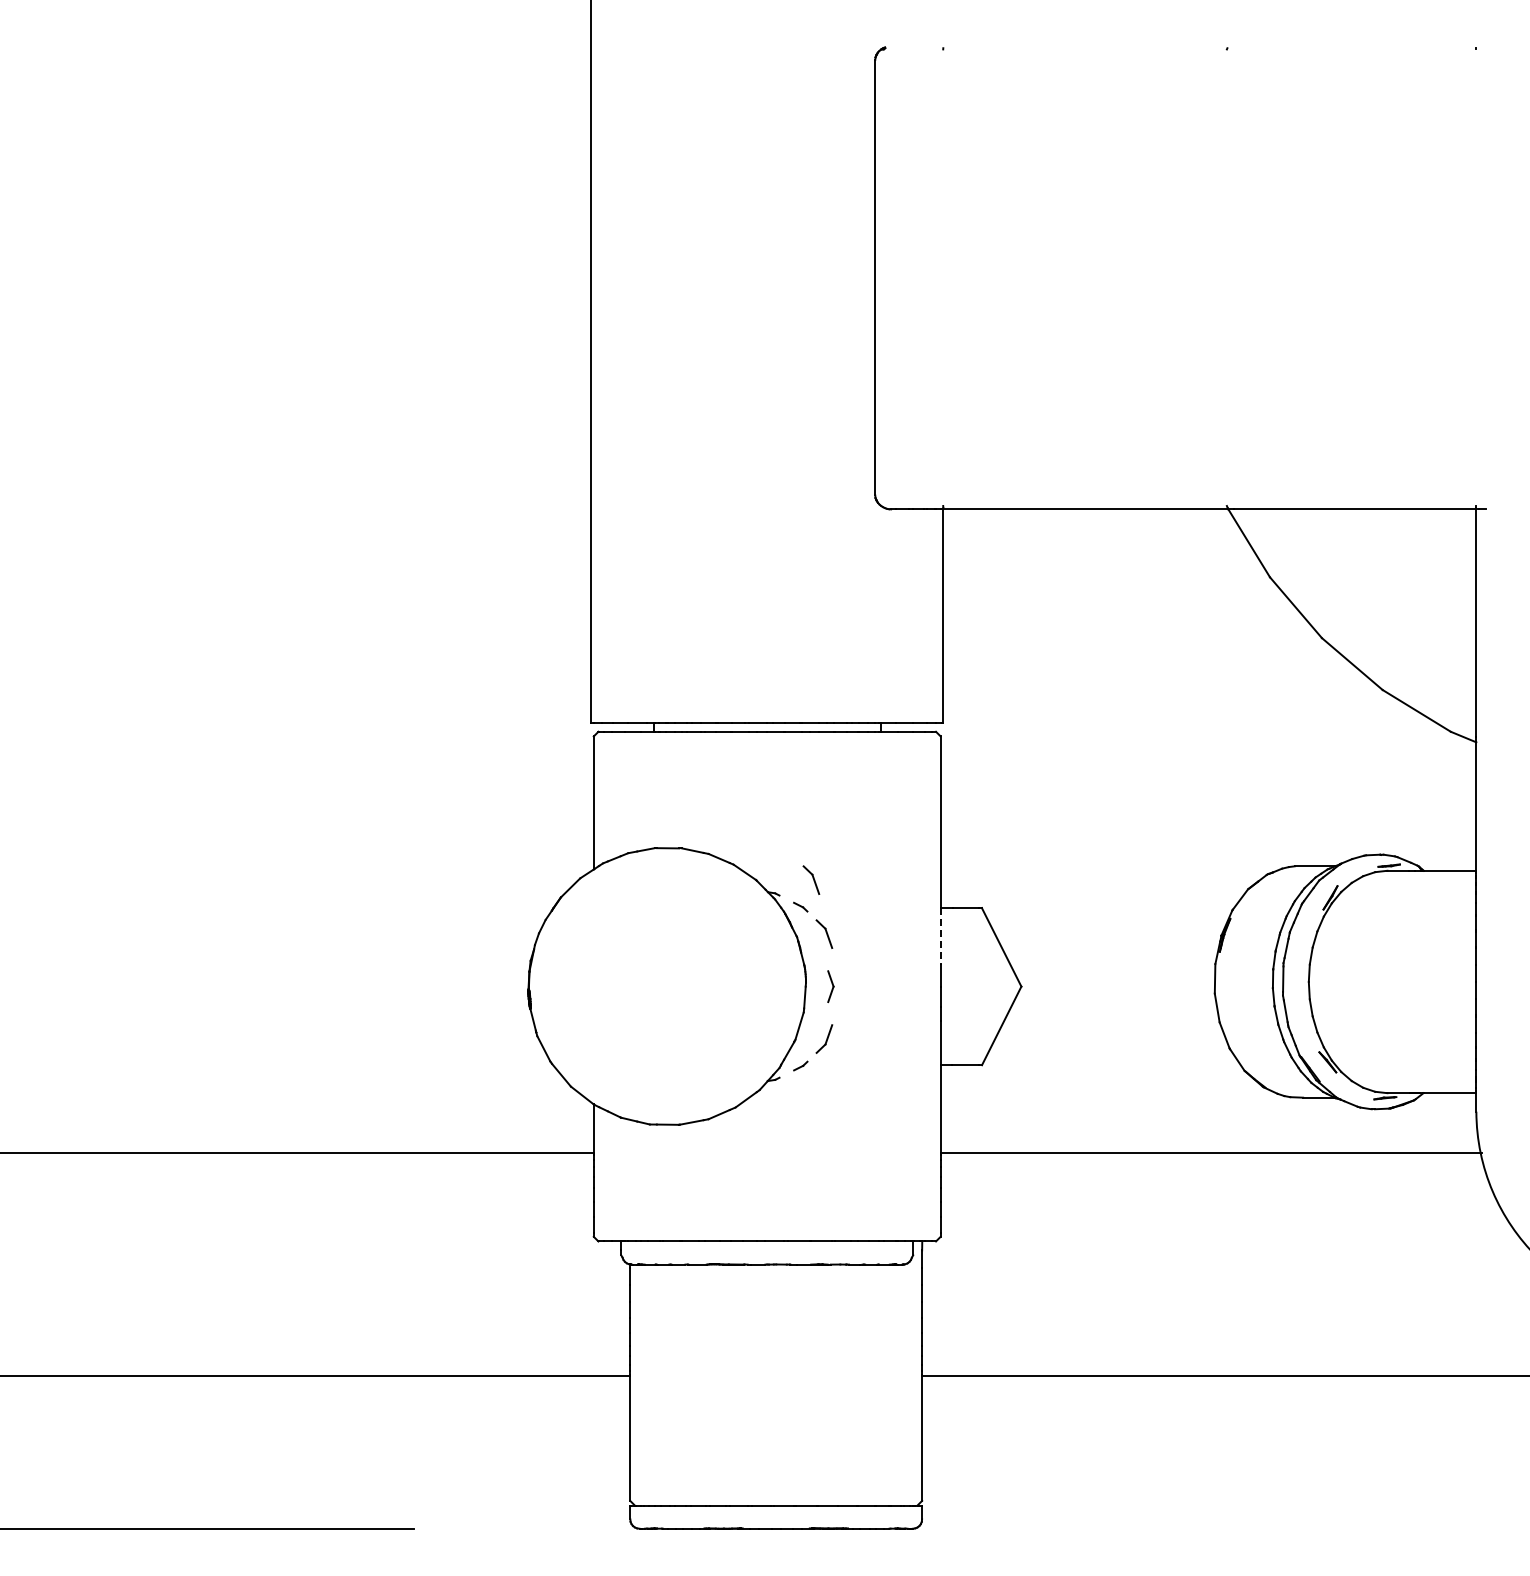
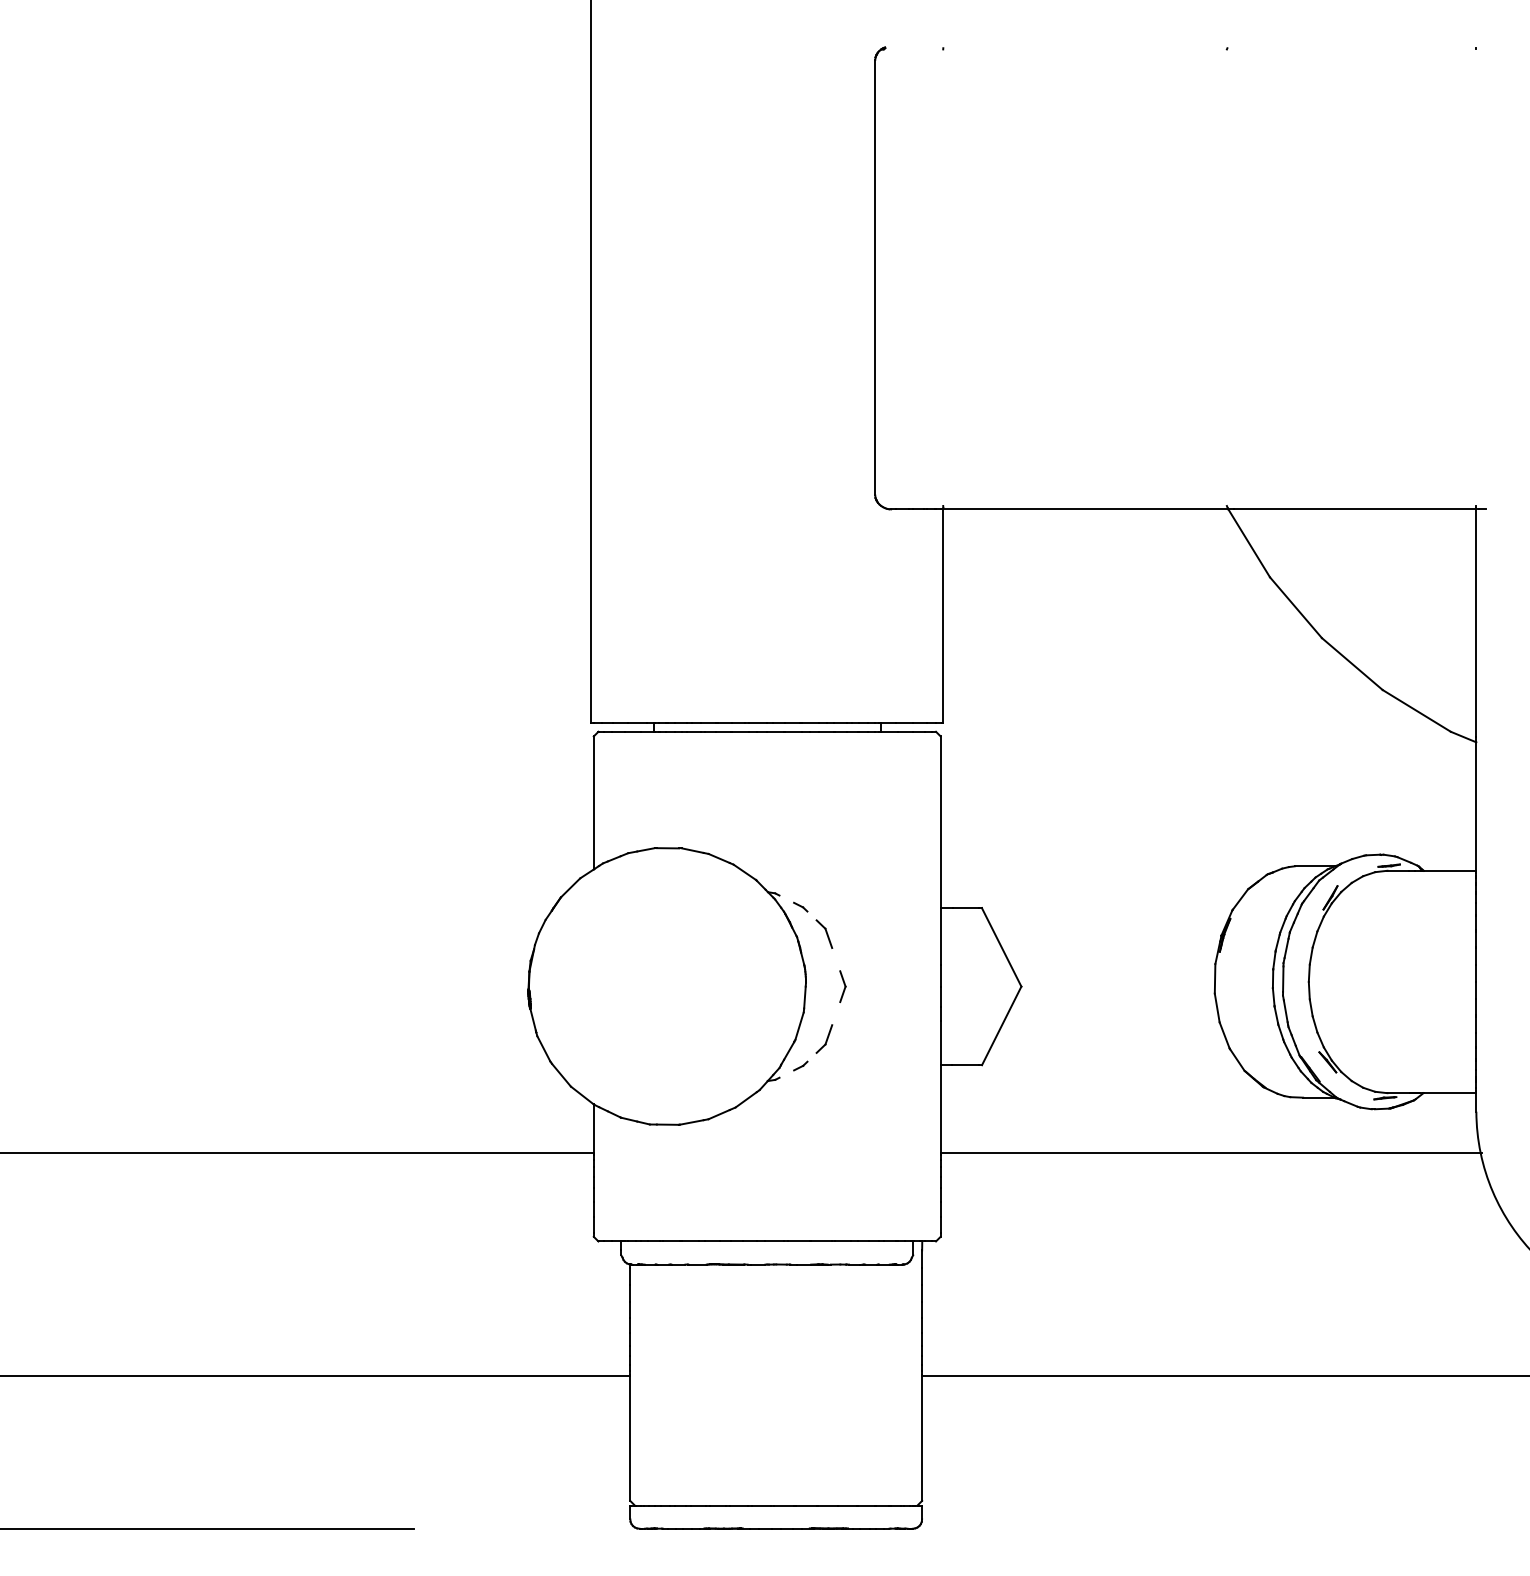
part at (811, 879): present -> none
line at (940, 936): dashed -> solid
part at (830, 986) position: (830, 986) -> (842, 986)
